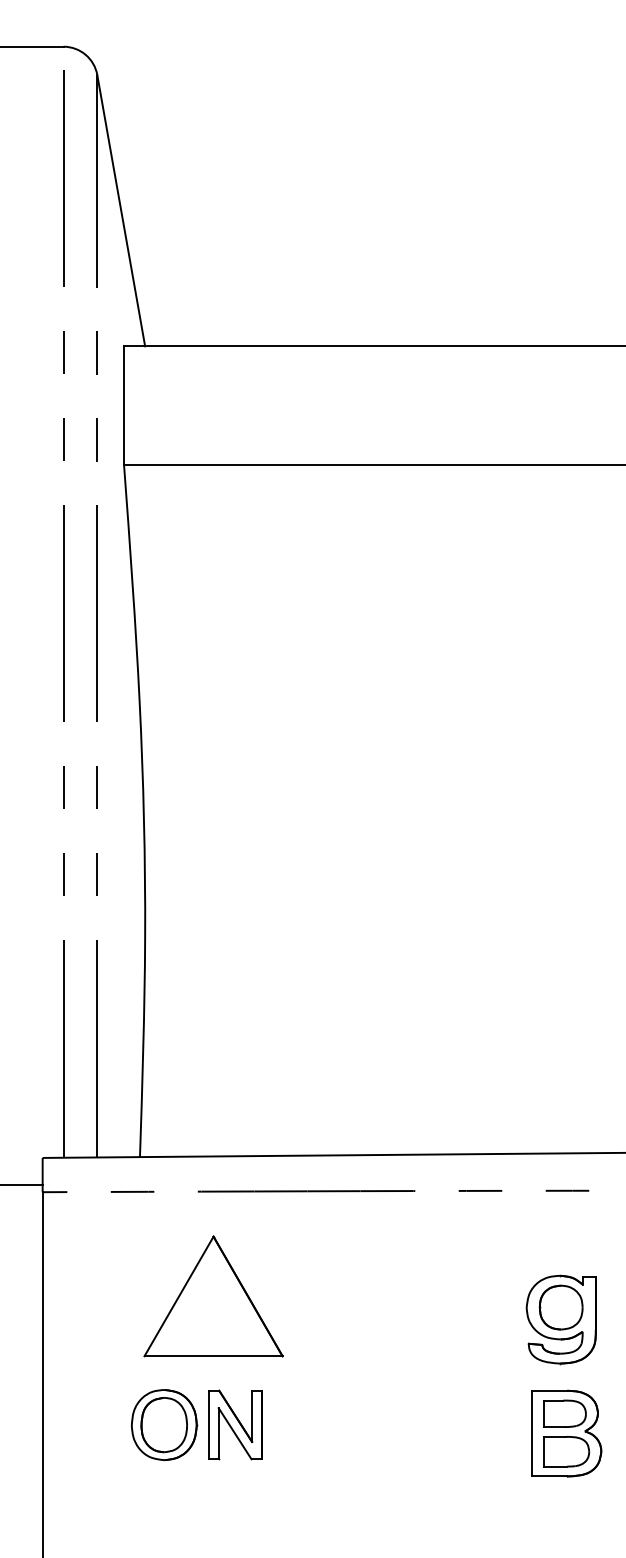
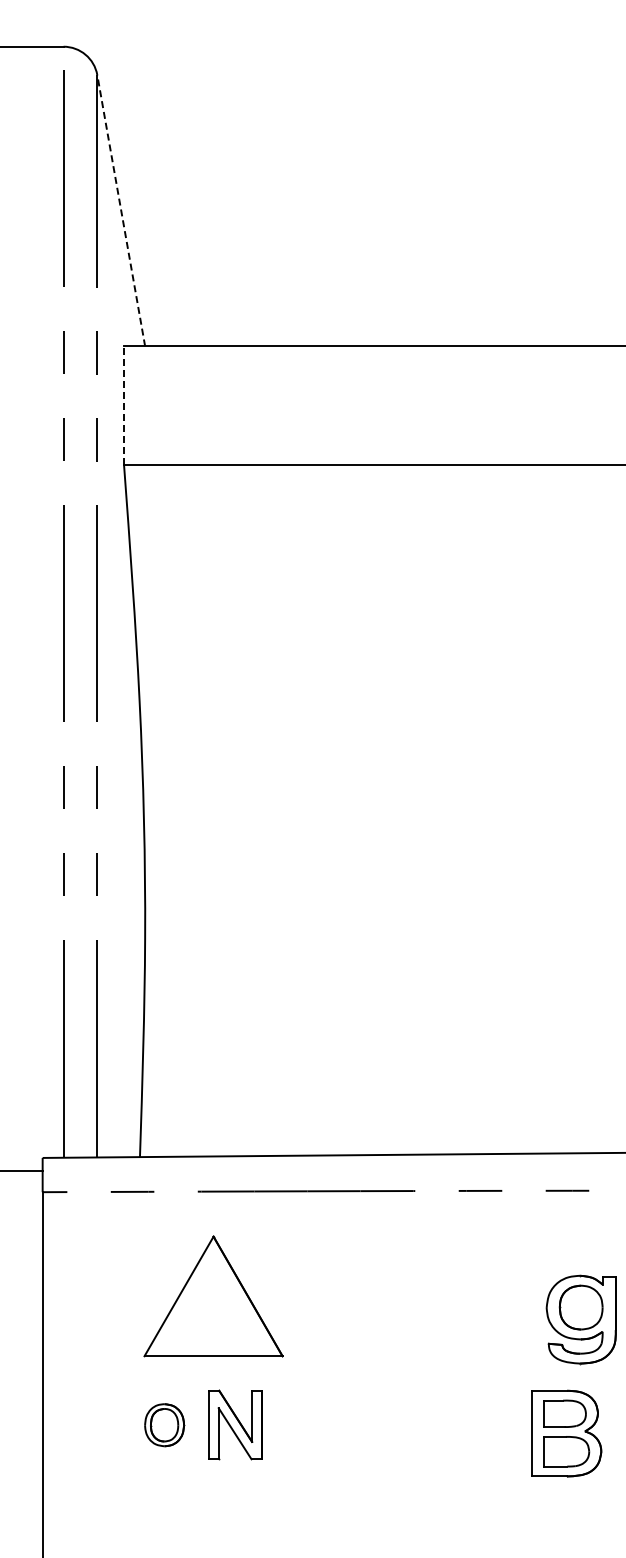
line at (121, 210): solid -> dashed
line at (124, 405): solid -> dashed
line at (22, 1185) position: (22, 1185) -> (22, 1171)
part at (560, 1319) position: (560, 1319) -> (580, 1319)
part at (164, 1425) size: 68x73 px -> 42x45 px
